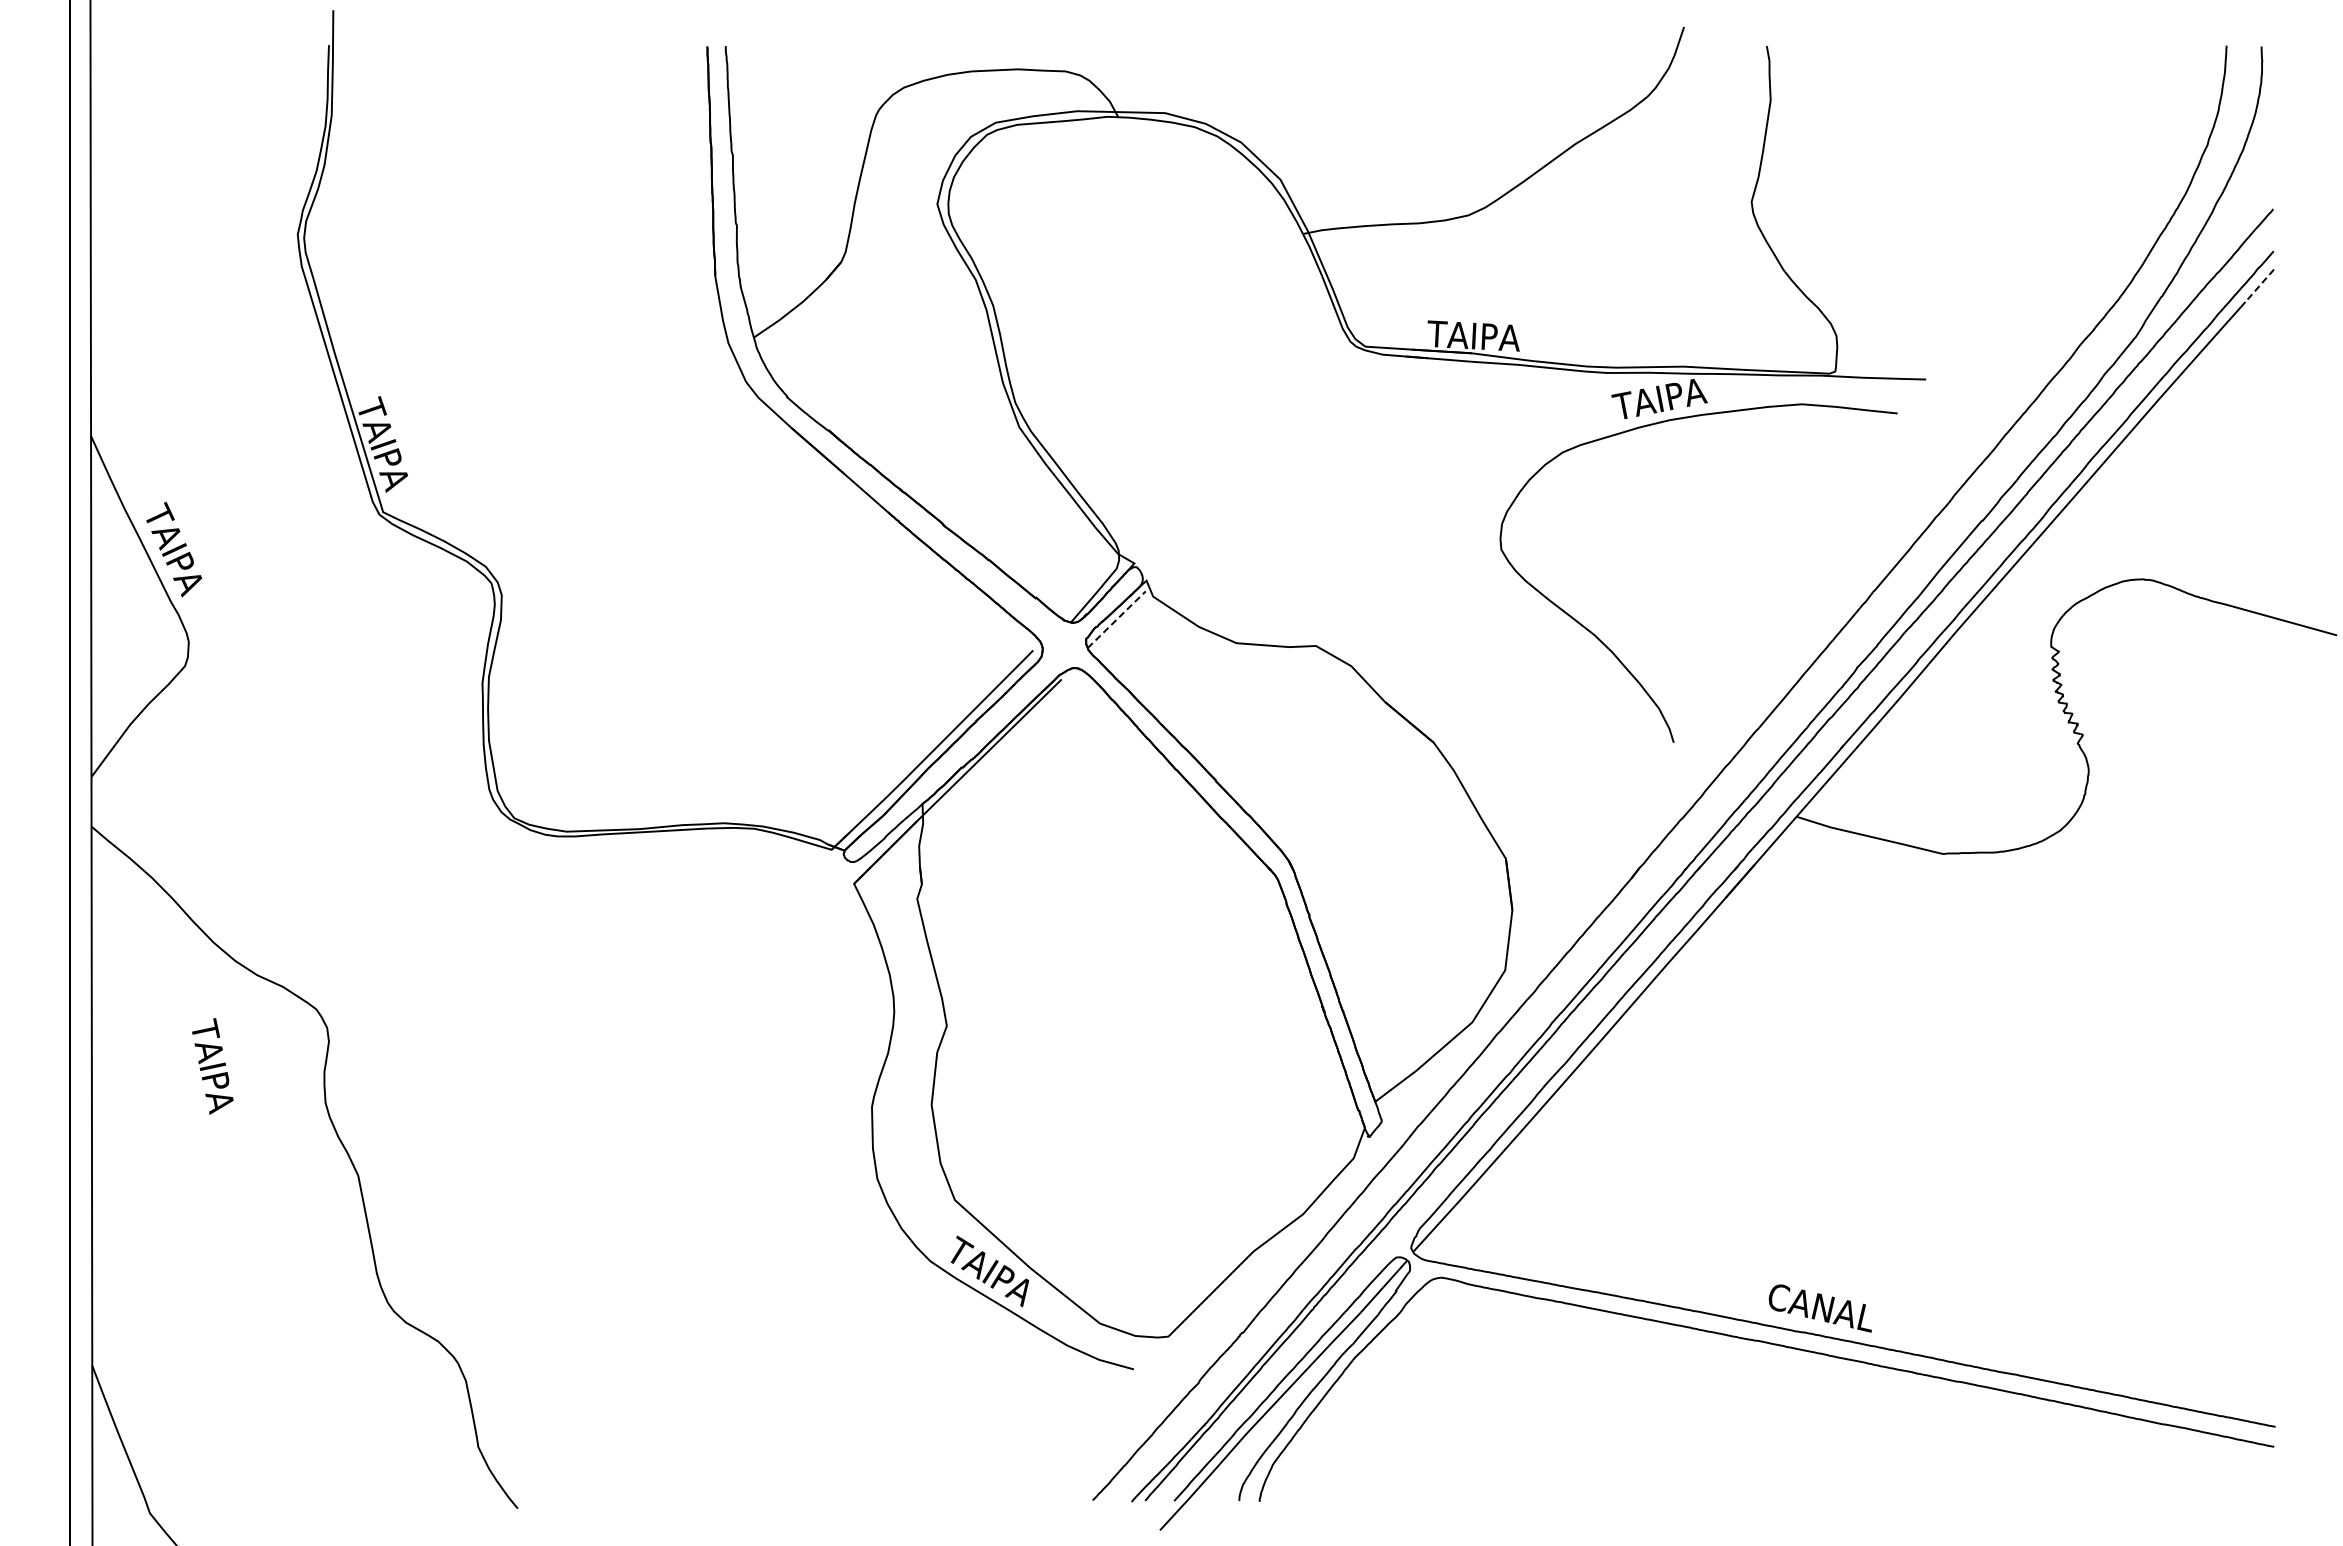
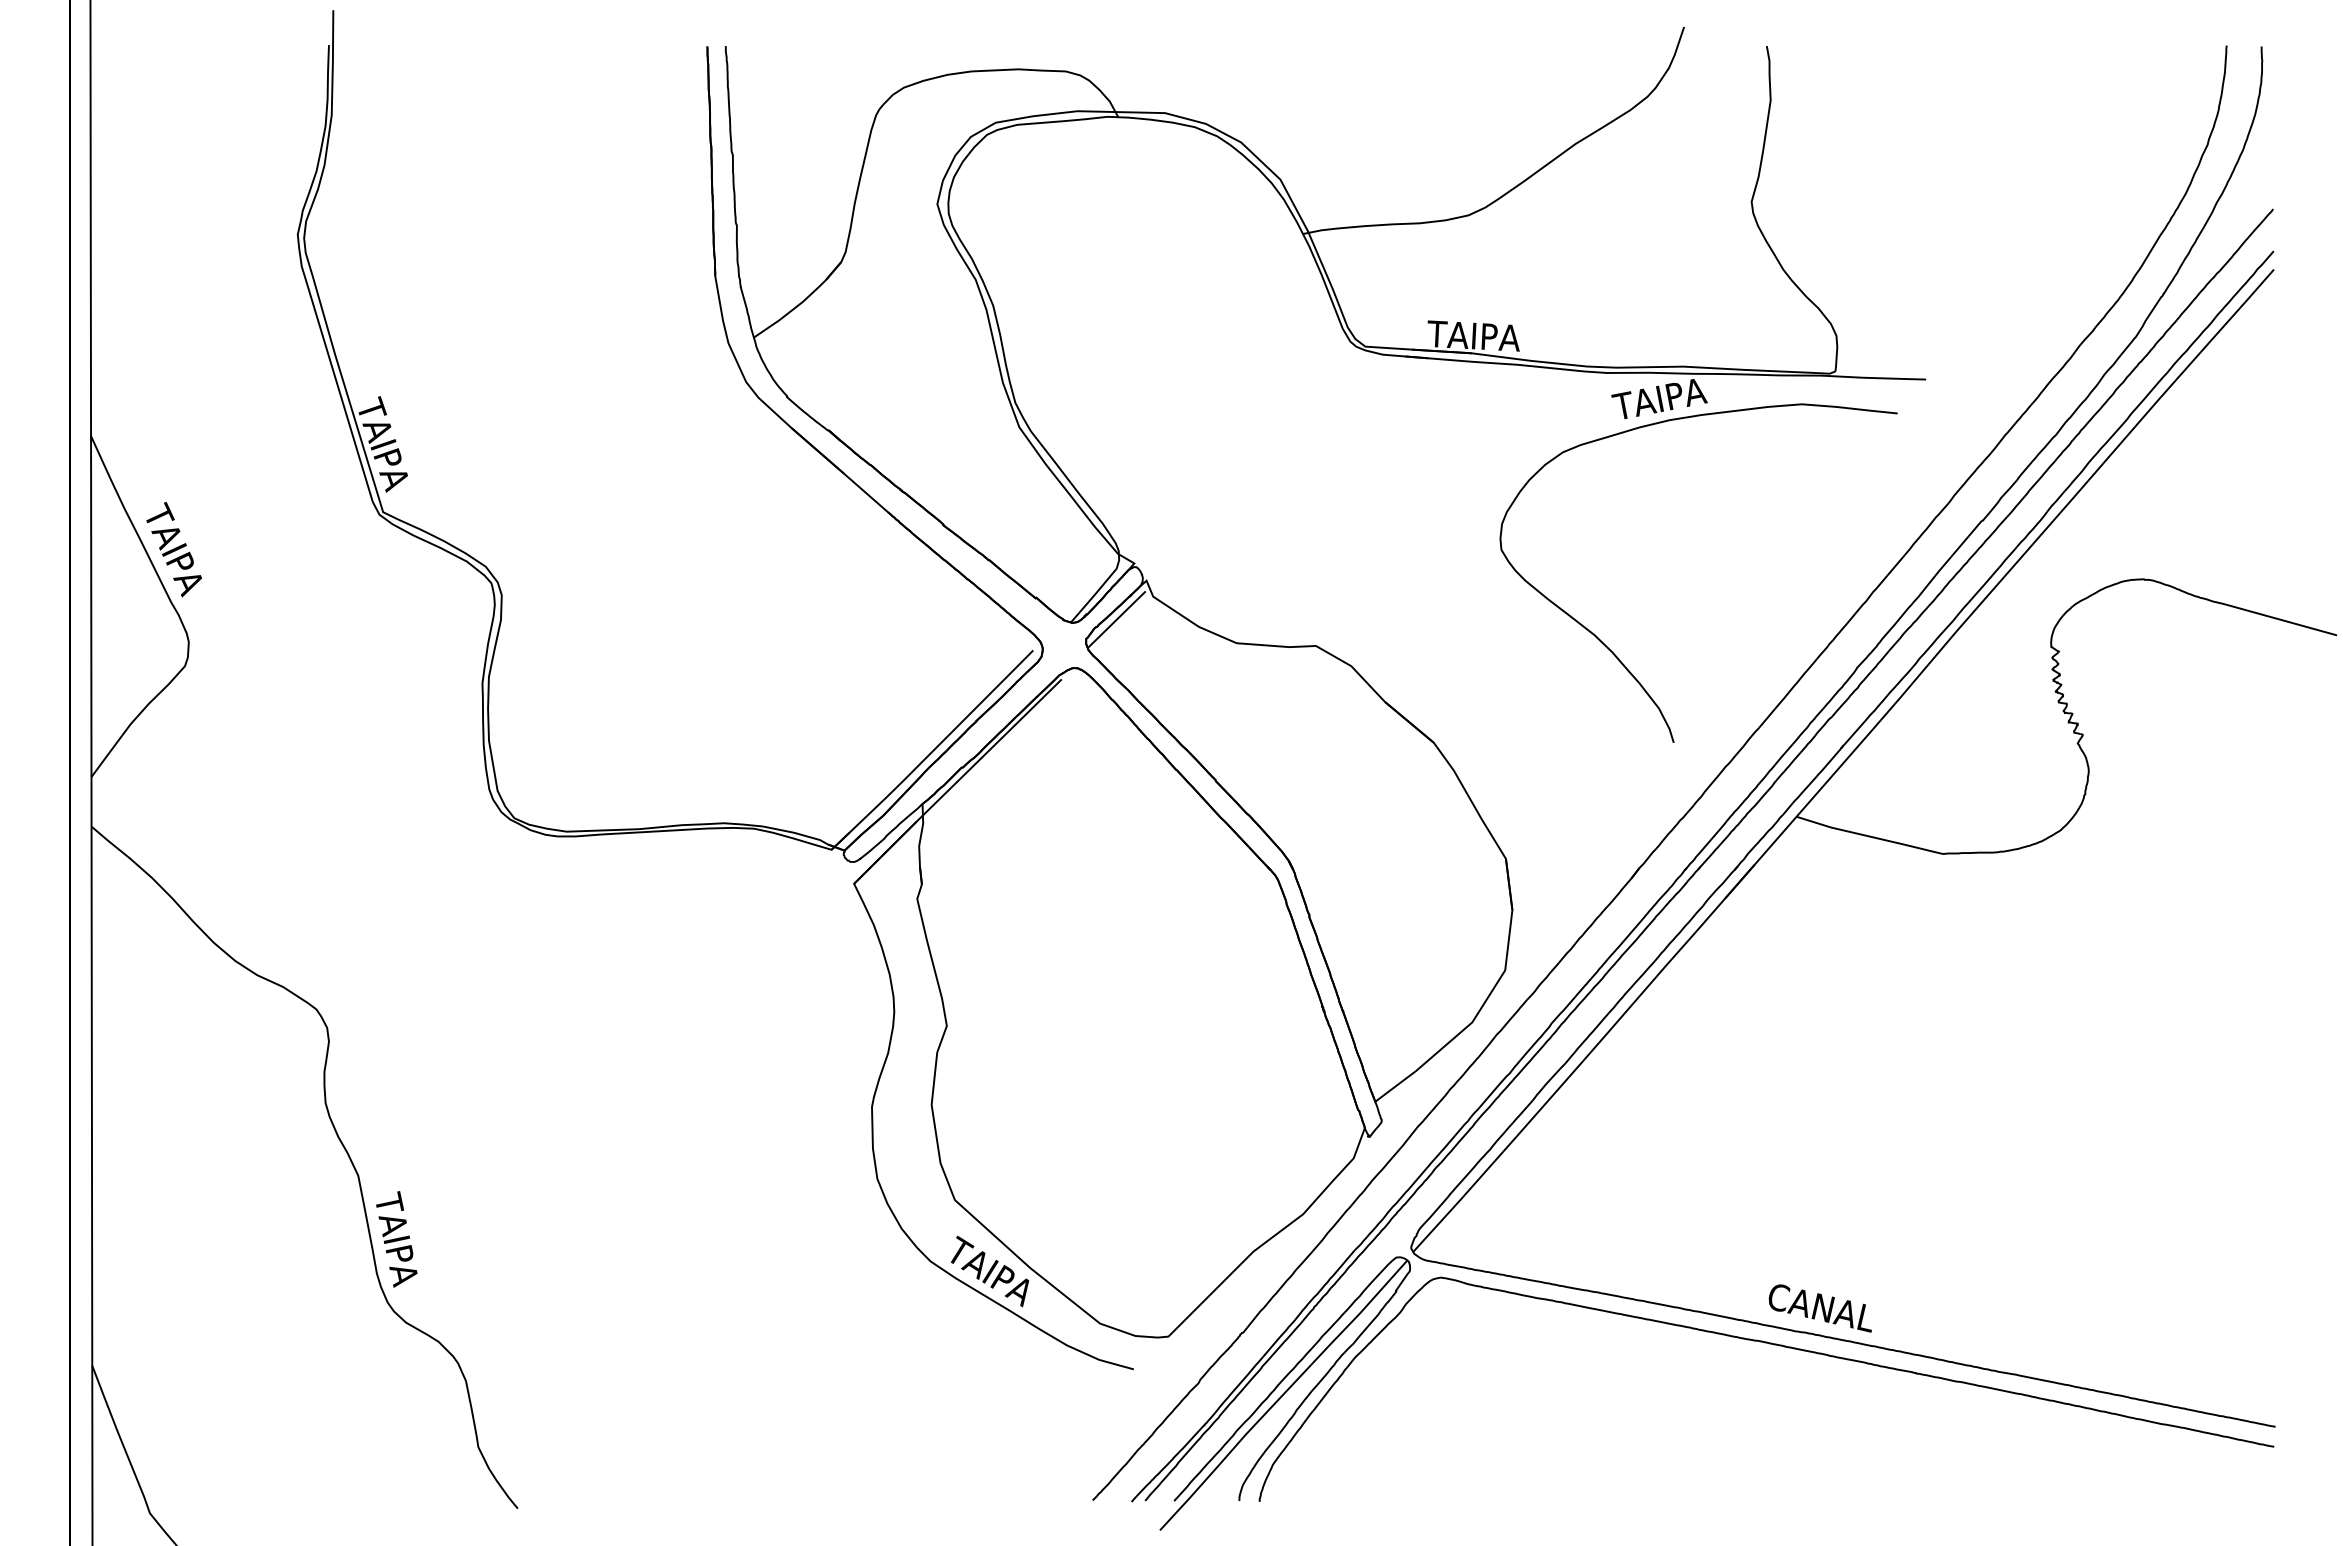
line at (2259, 285): dashed -> solid
line at (1116, 619): dashed -> solid
text at (212, 1066) position: (212, 1066) -> (396, 1239)
